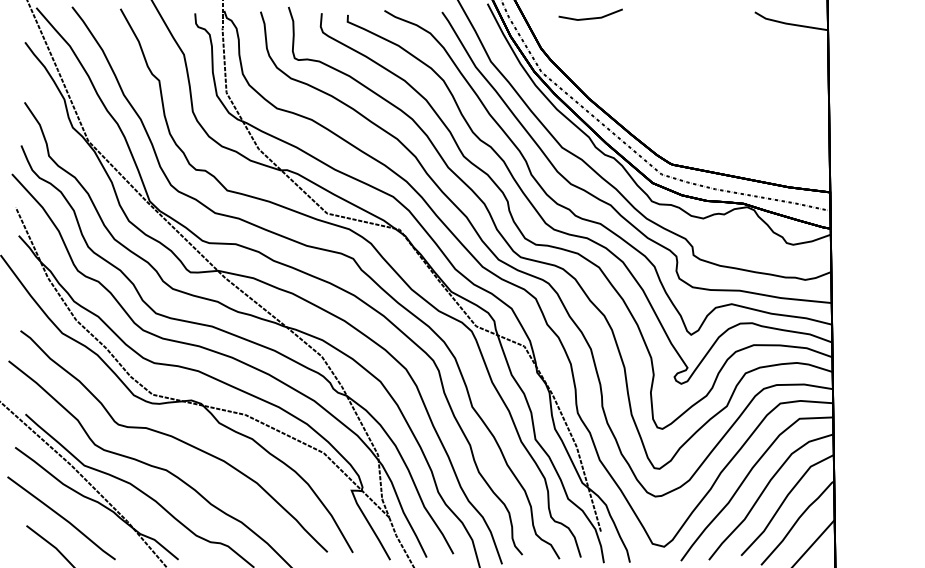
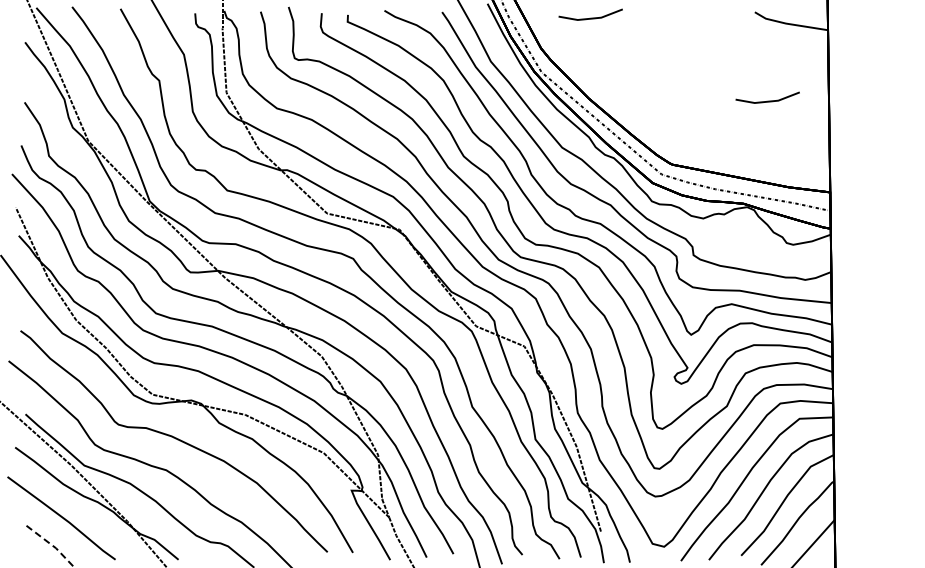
line at (767, 100): none -> present
line at (52, 545): solid -> dashed
